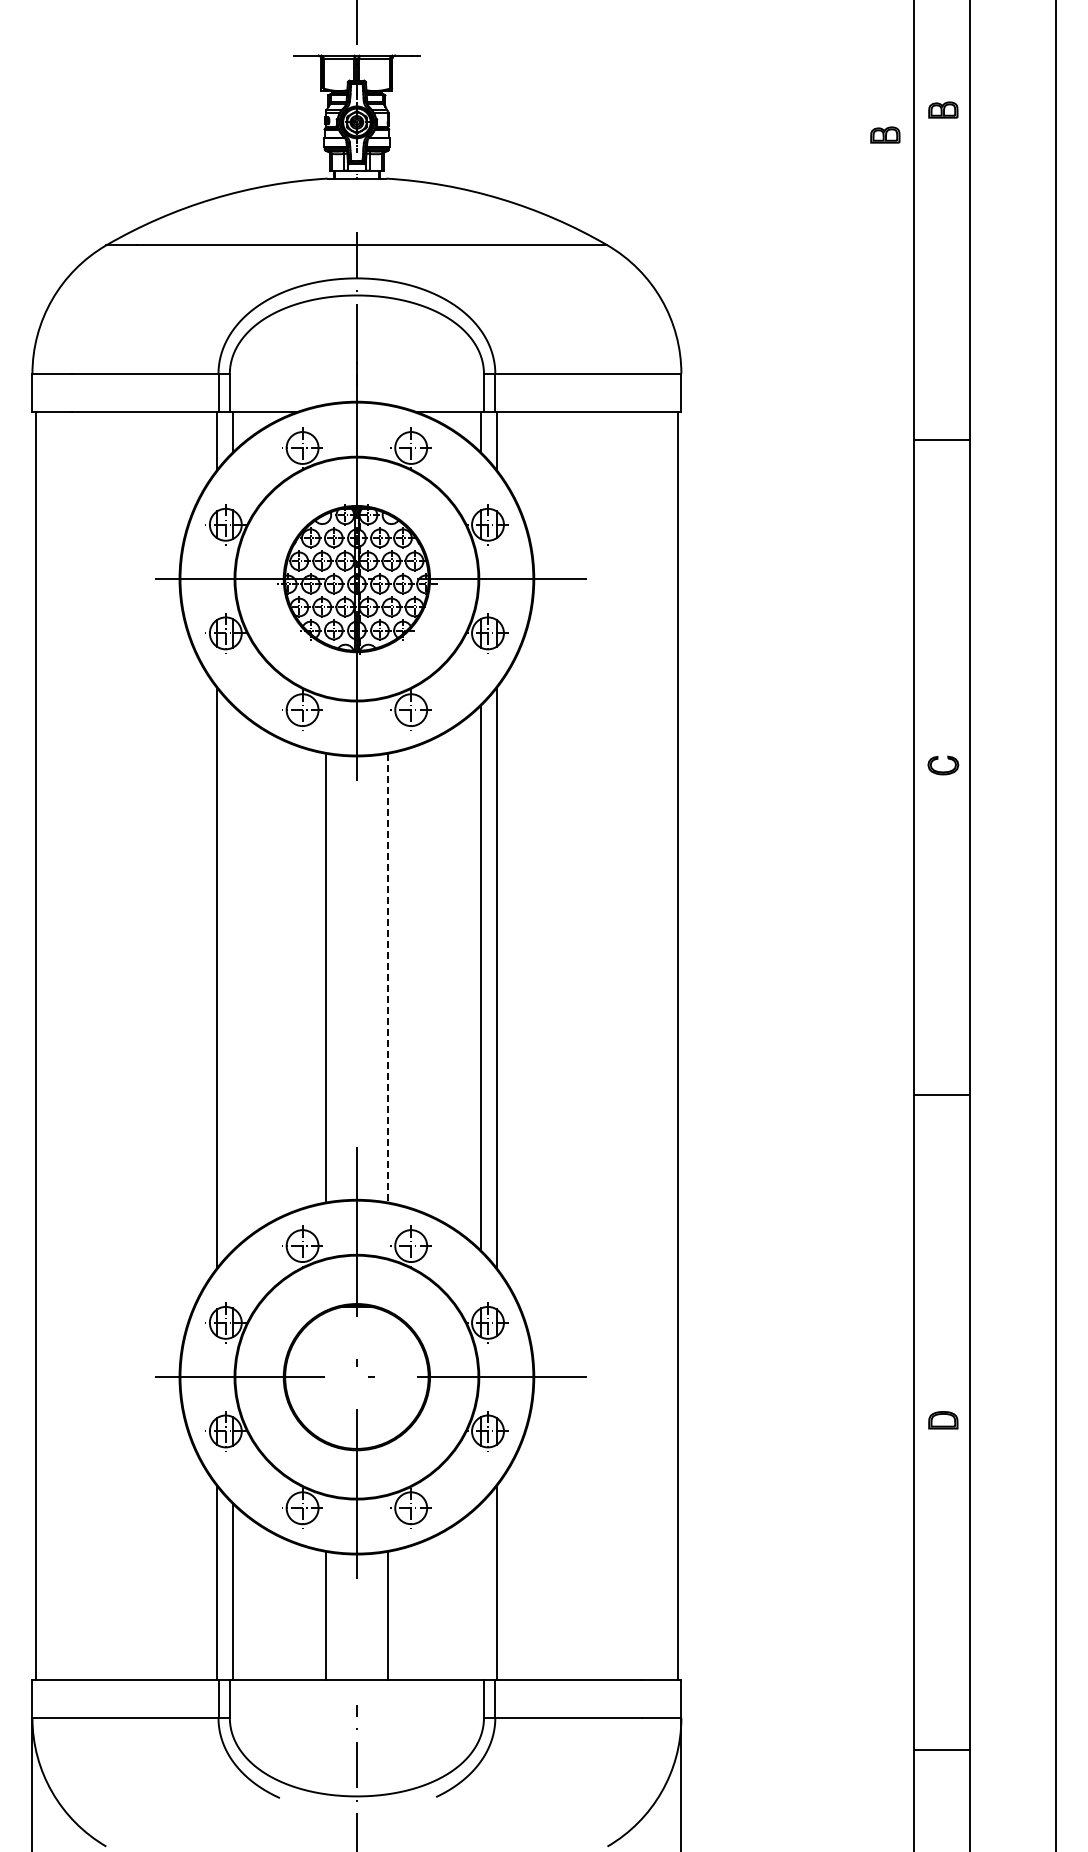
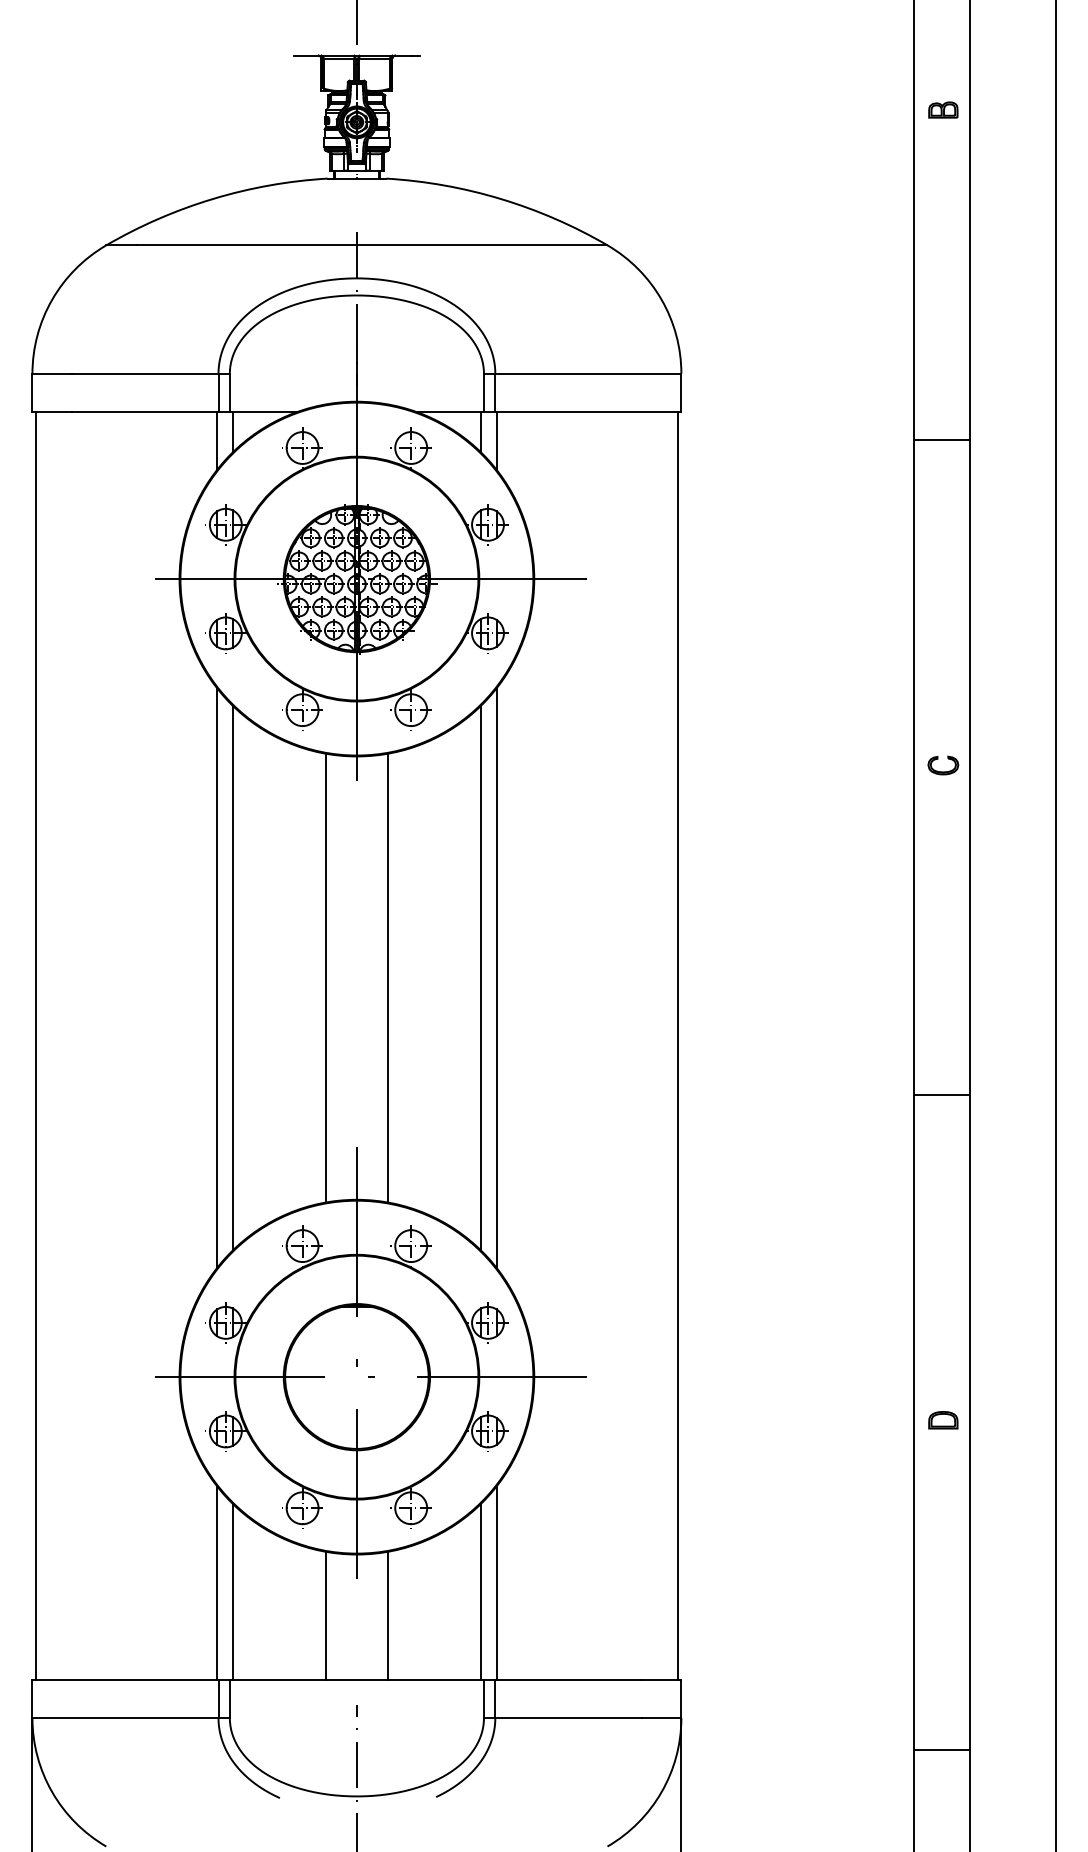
part at (885, 134): present -> none
line at (232, 977): none -> present
line at (387, 978): dashed -> solid
line at (481, 1591): none -> present
